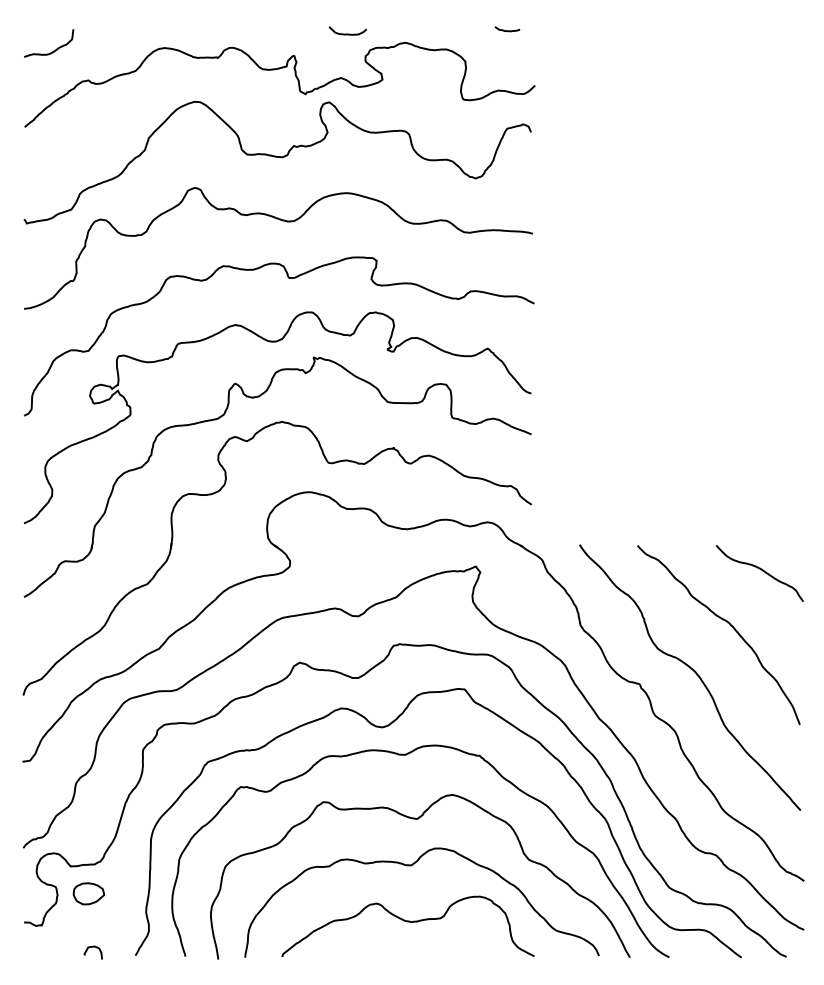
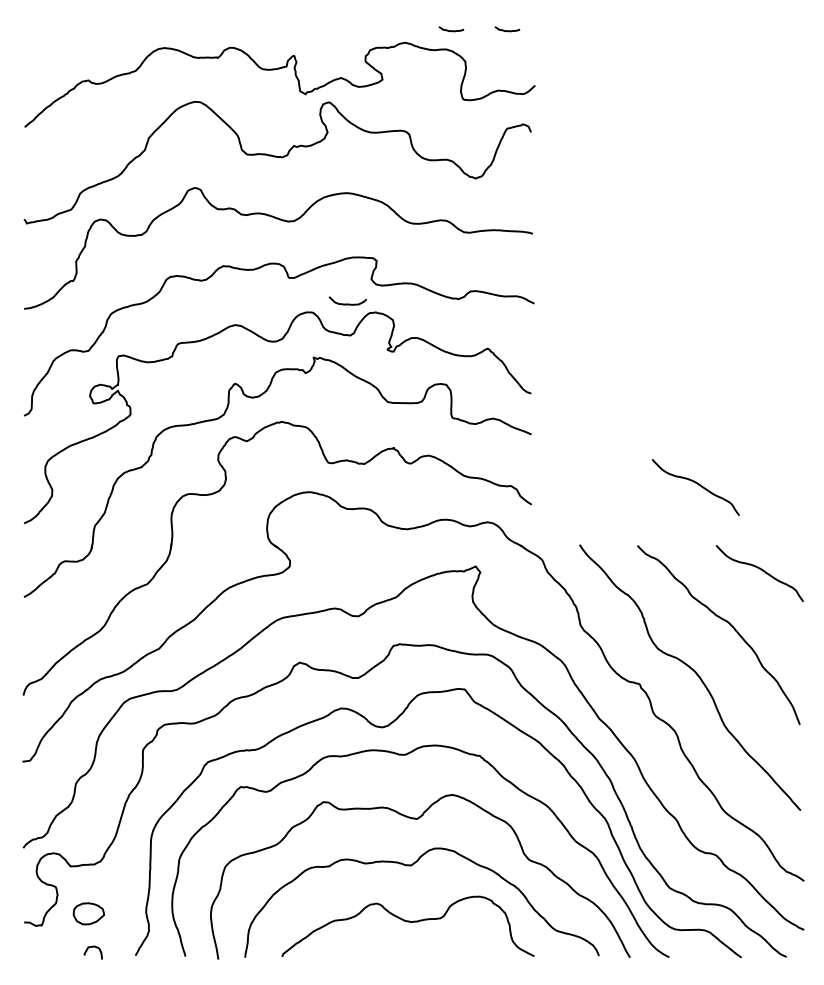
curve at (451, 30): none -> present
curve at (347, 33) position: (347, 33) -> (347, 303)
curve at (53, 50): present -> none
curve at (697, 484): none -> present
part at (88, 893) position: (88, 893) -> (88, 913)
